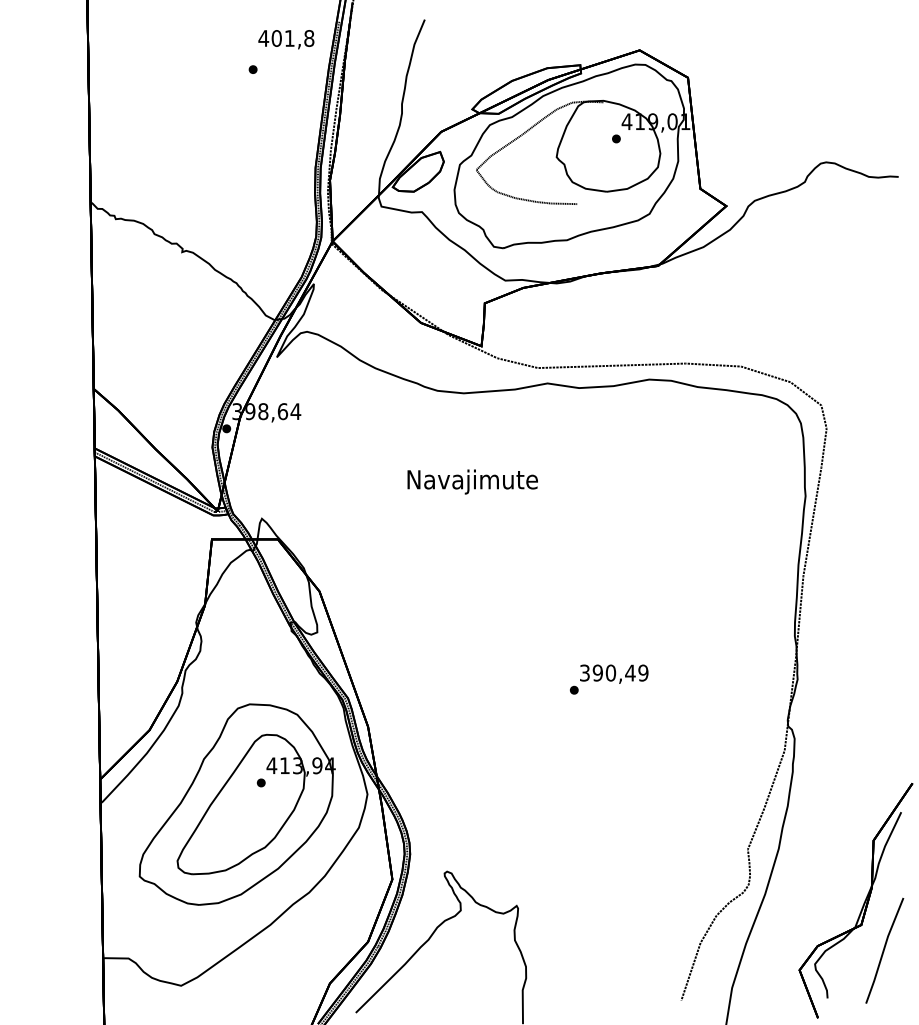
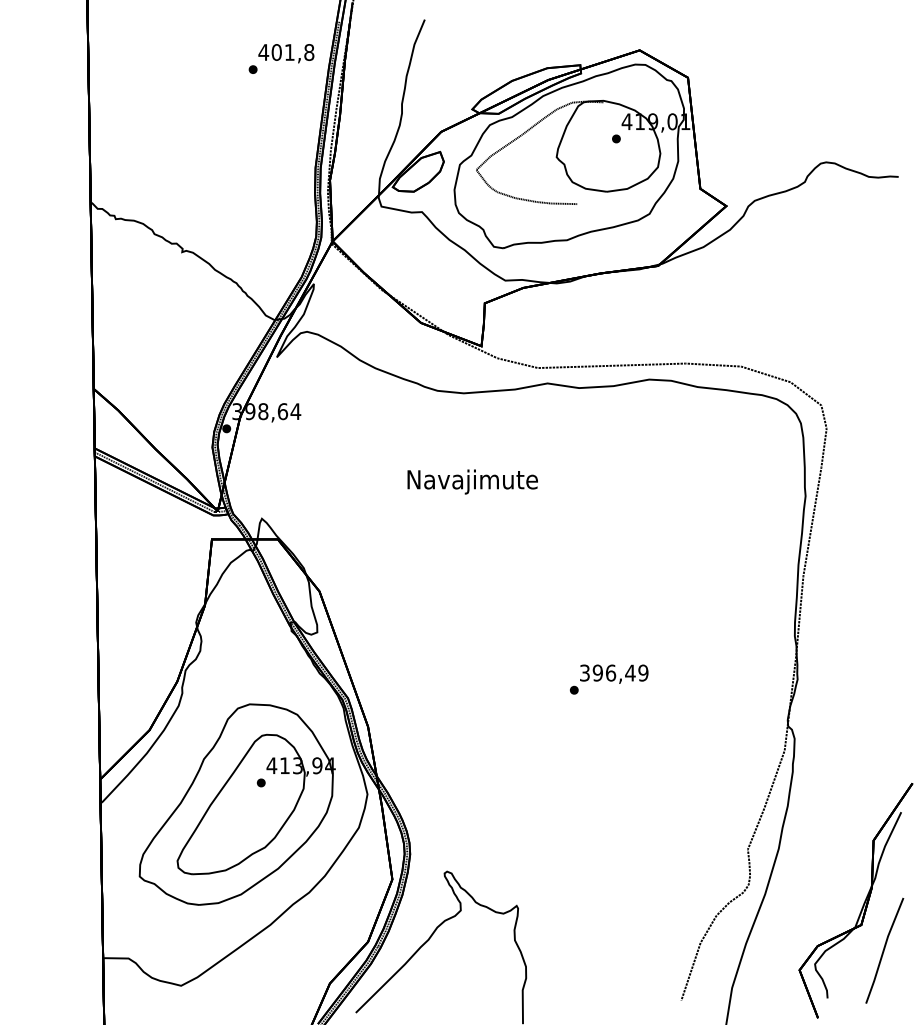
text at (286, 39) position: (286, 39) -> (286, 53)
text at (611, 672): 390,49 -> 396,49
